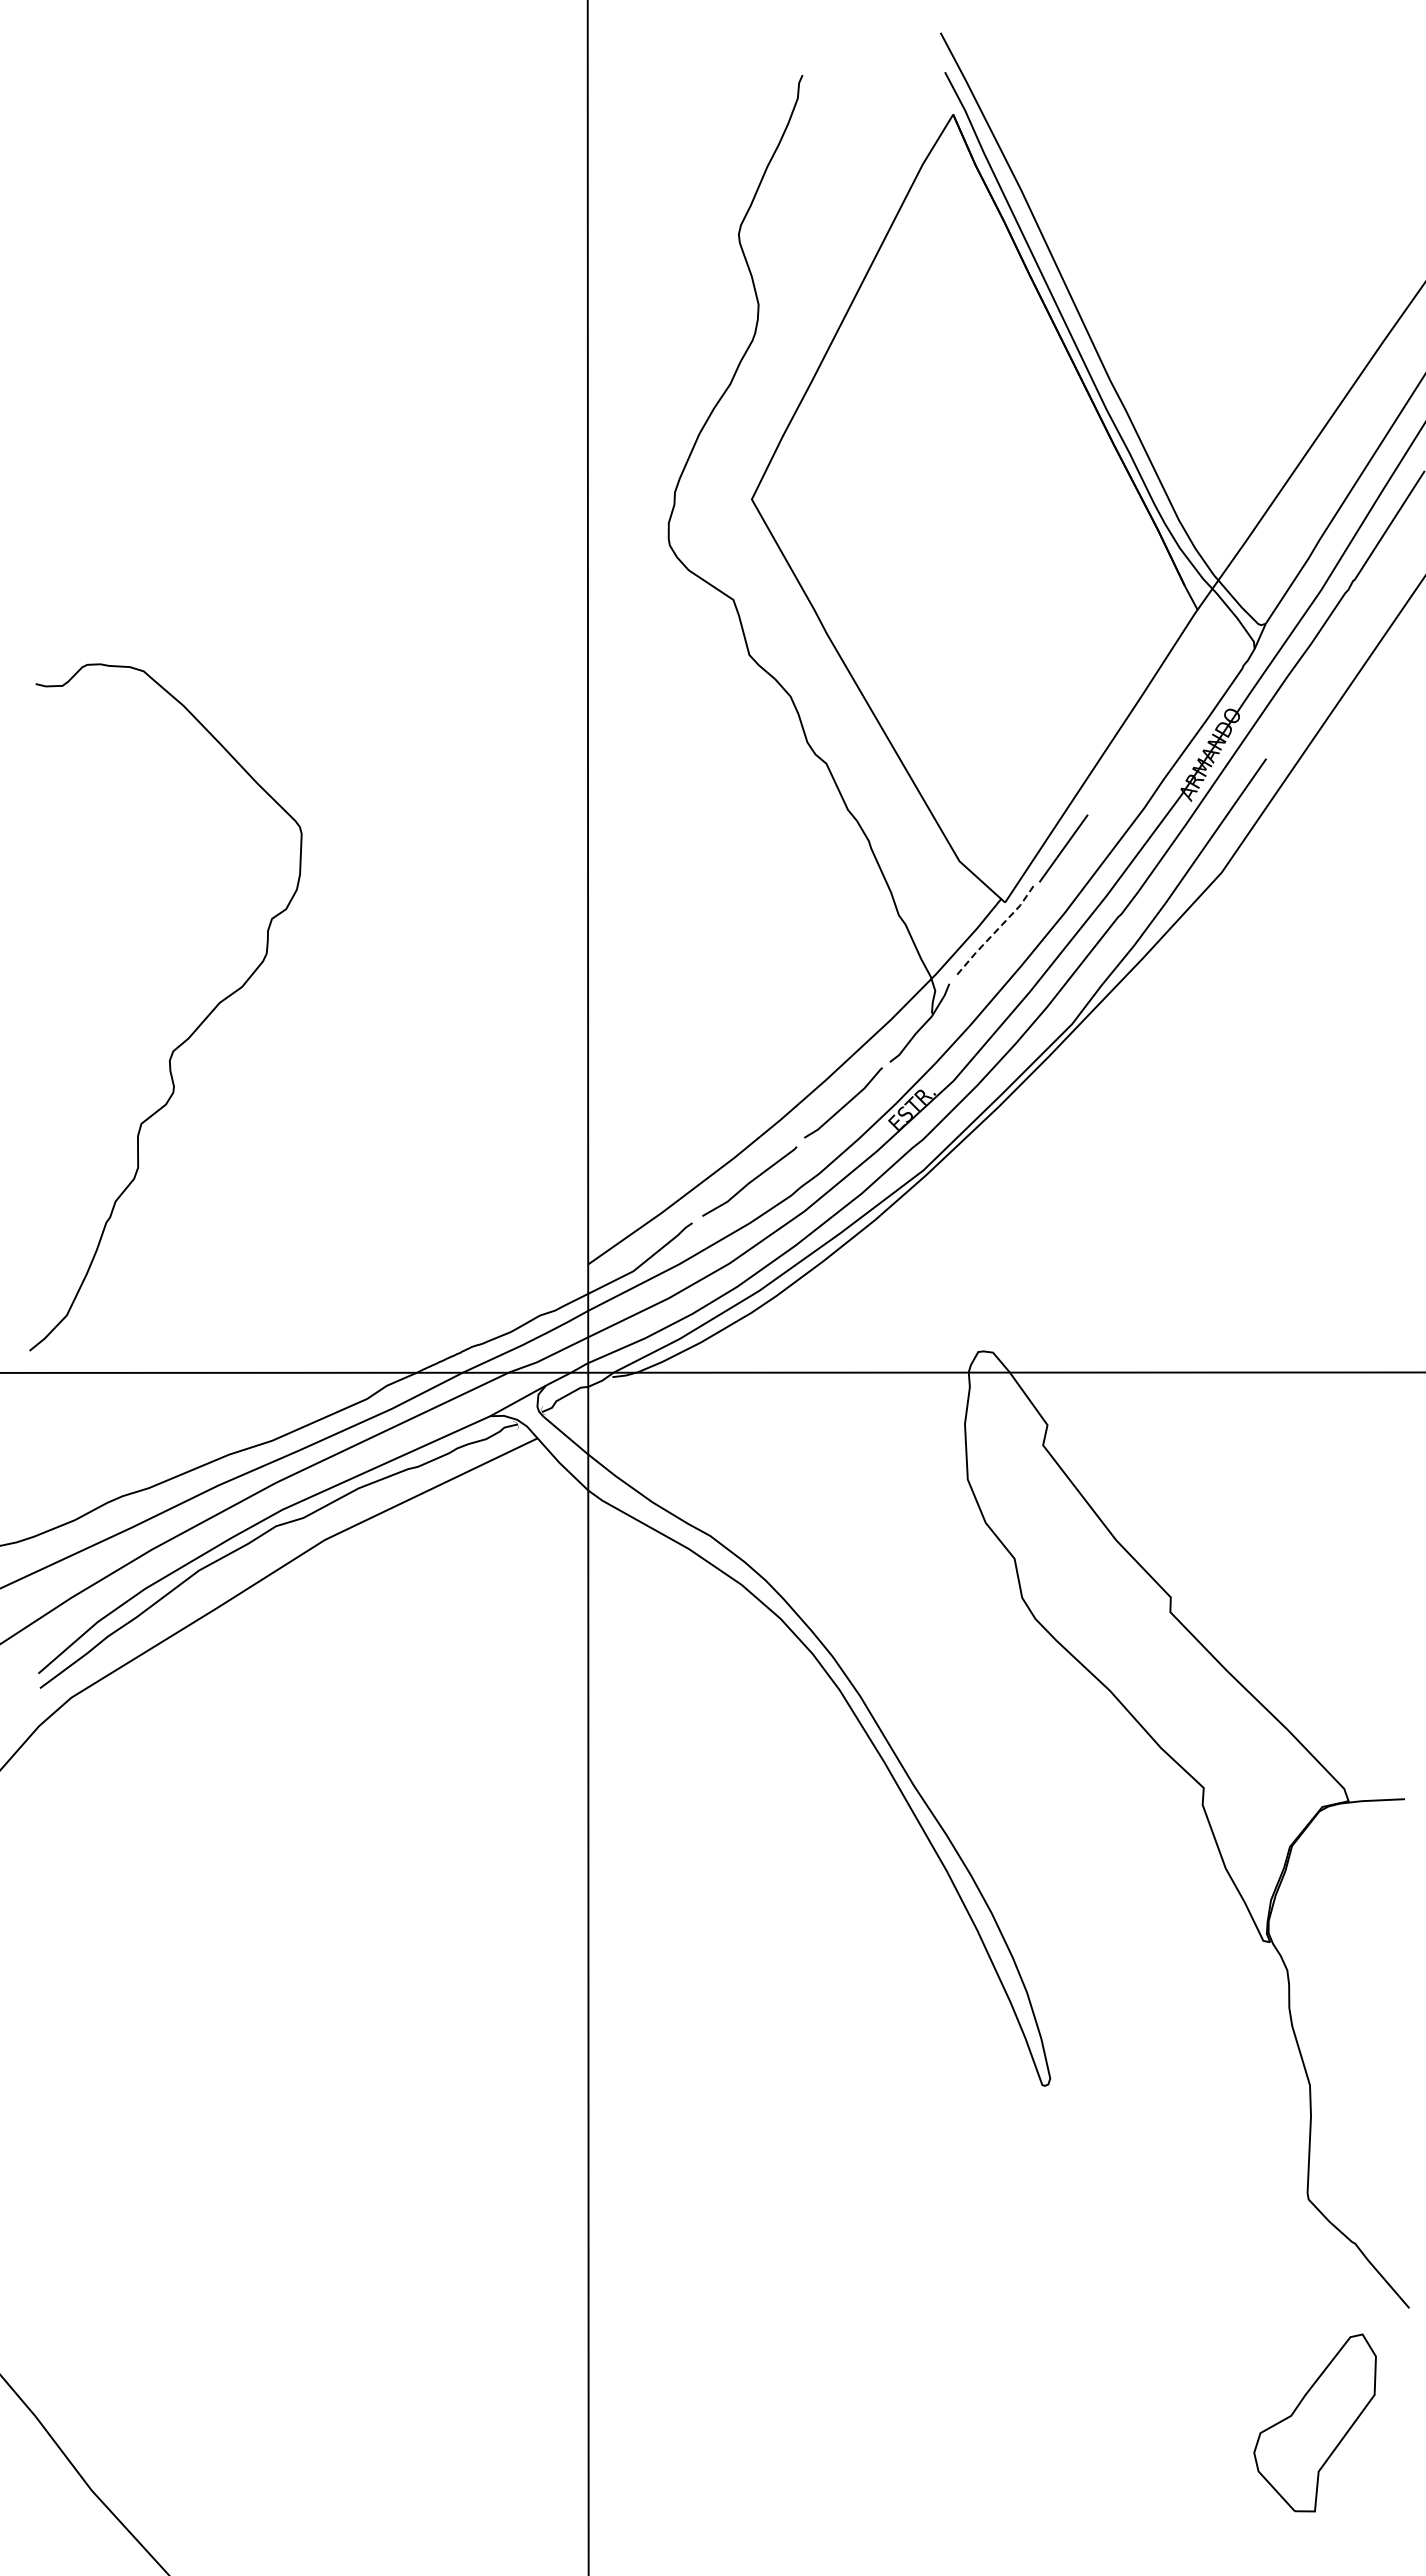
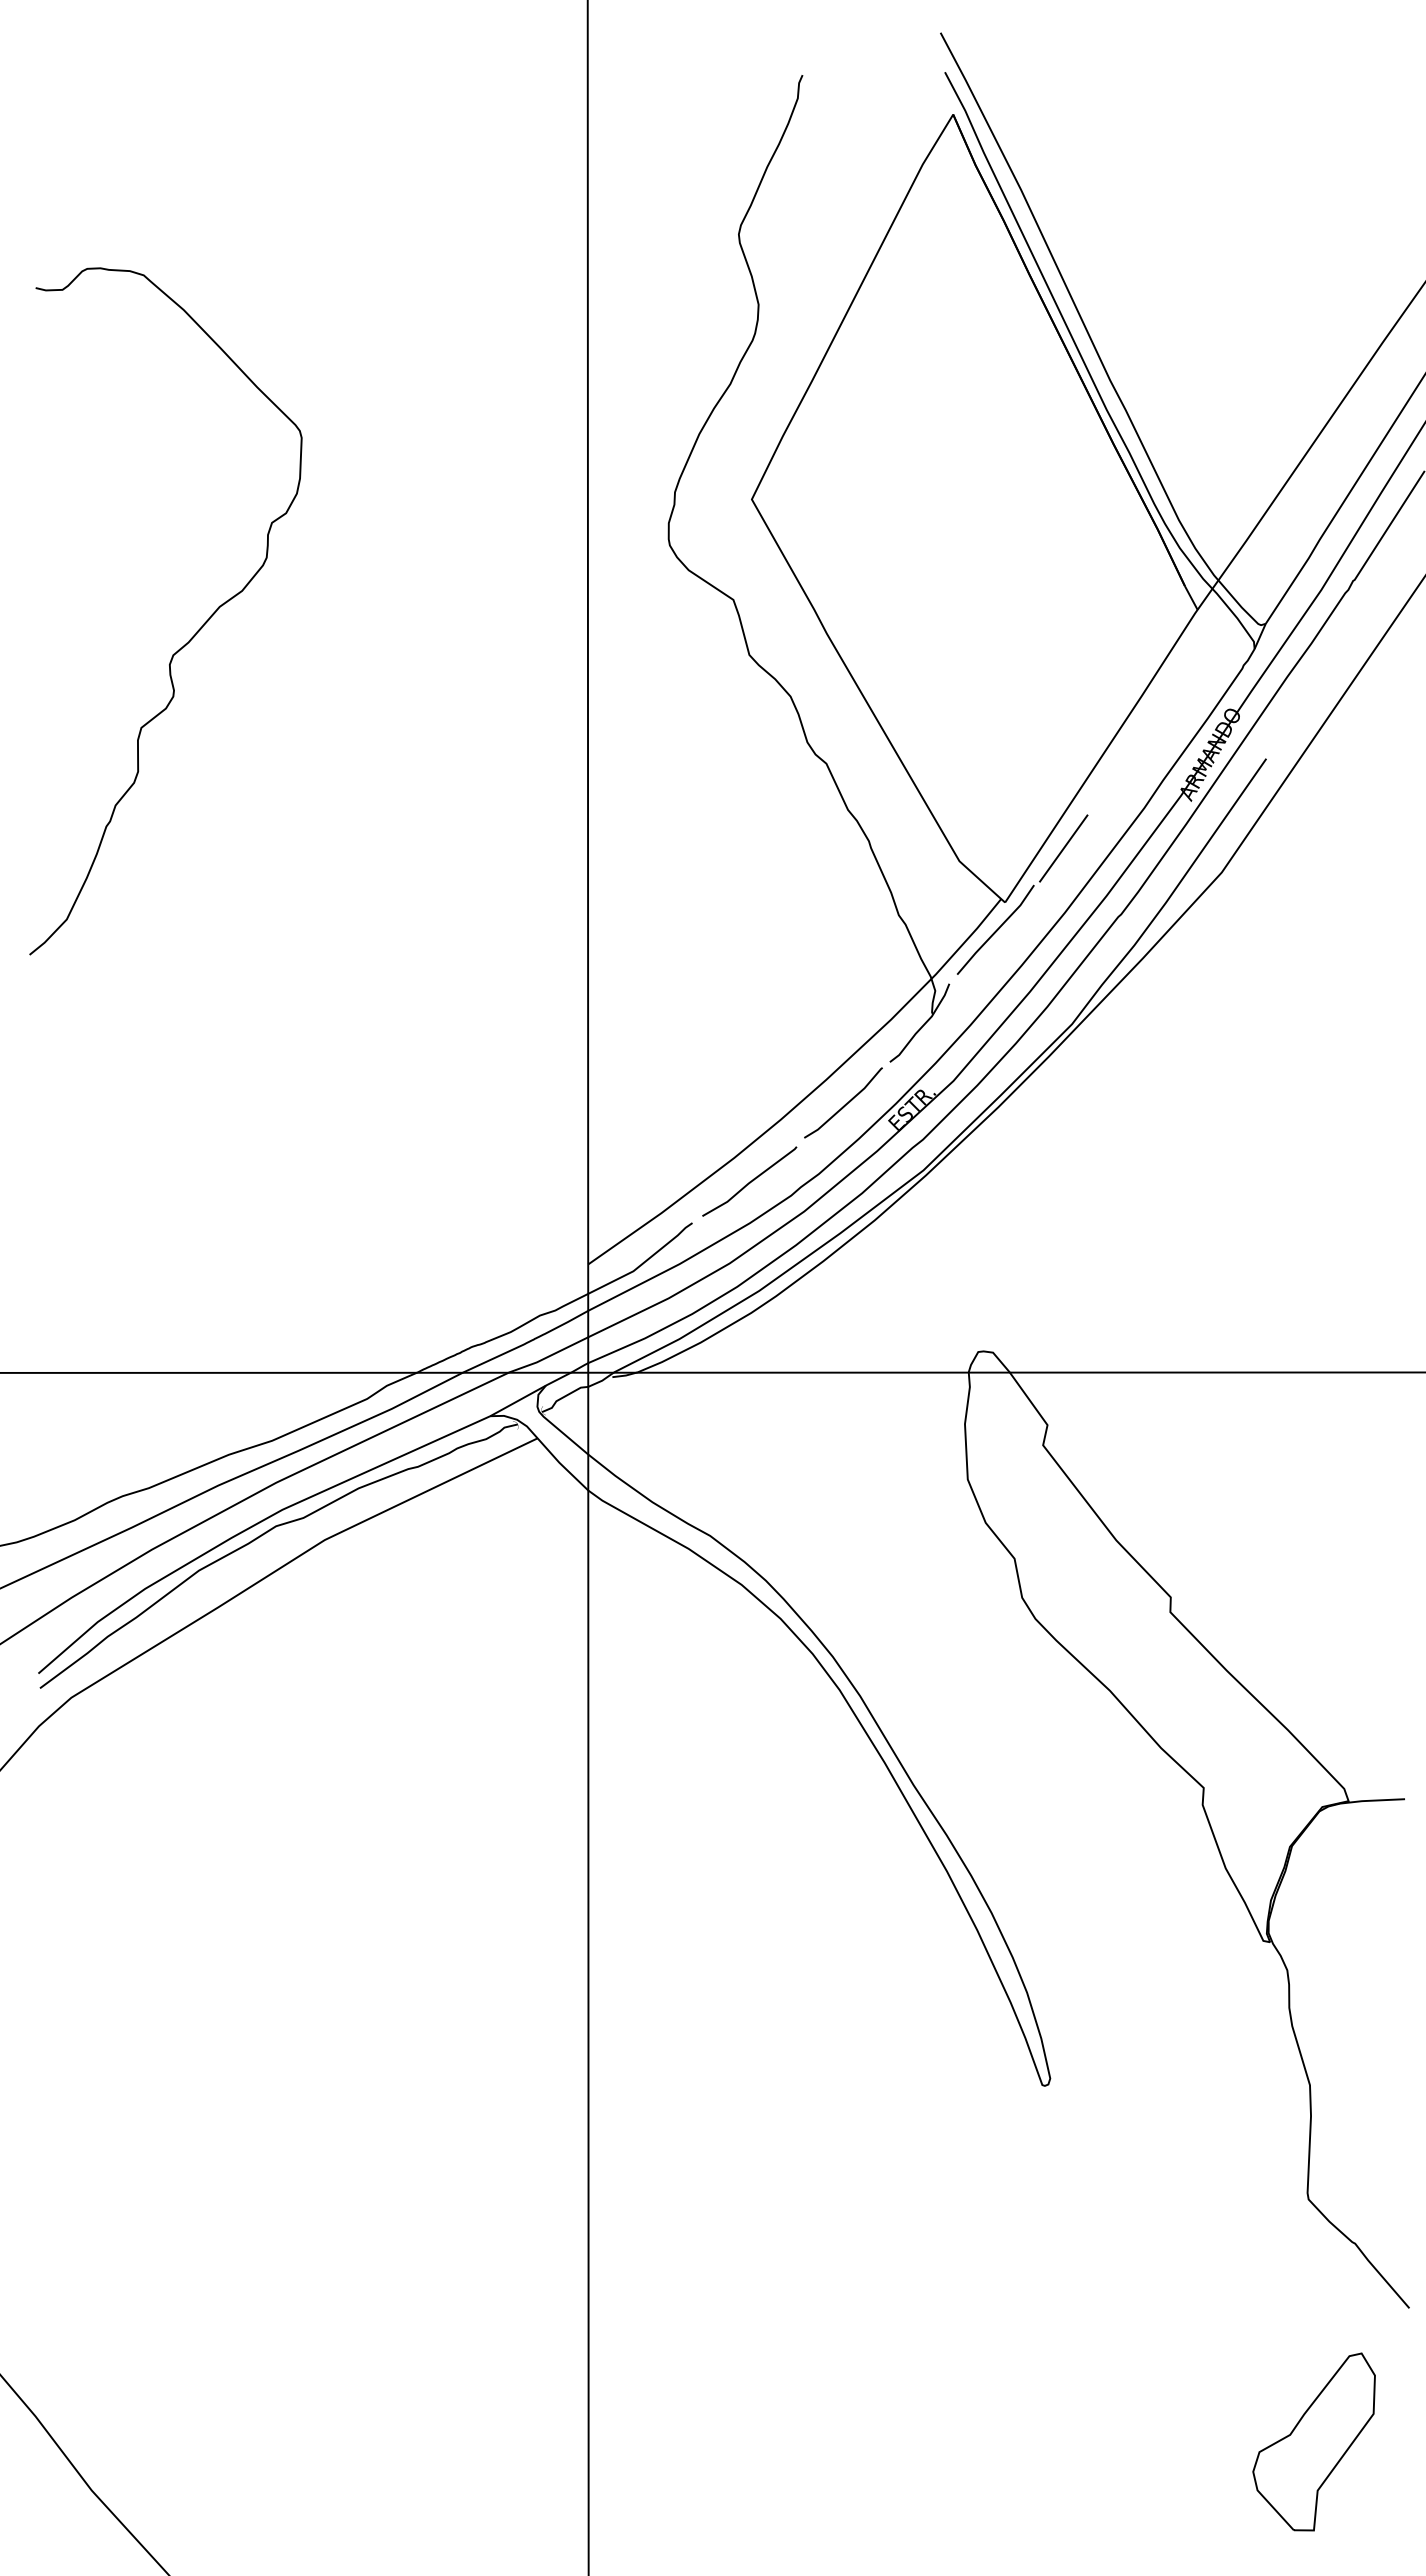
line at (996, 930): dashed -> solid
curve at (191, 1033) position: (191, 1033) -> (191, 637)
part at (1314, 2422) position: (1314, 2422) -> (1313, 2441)
